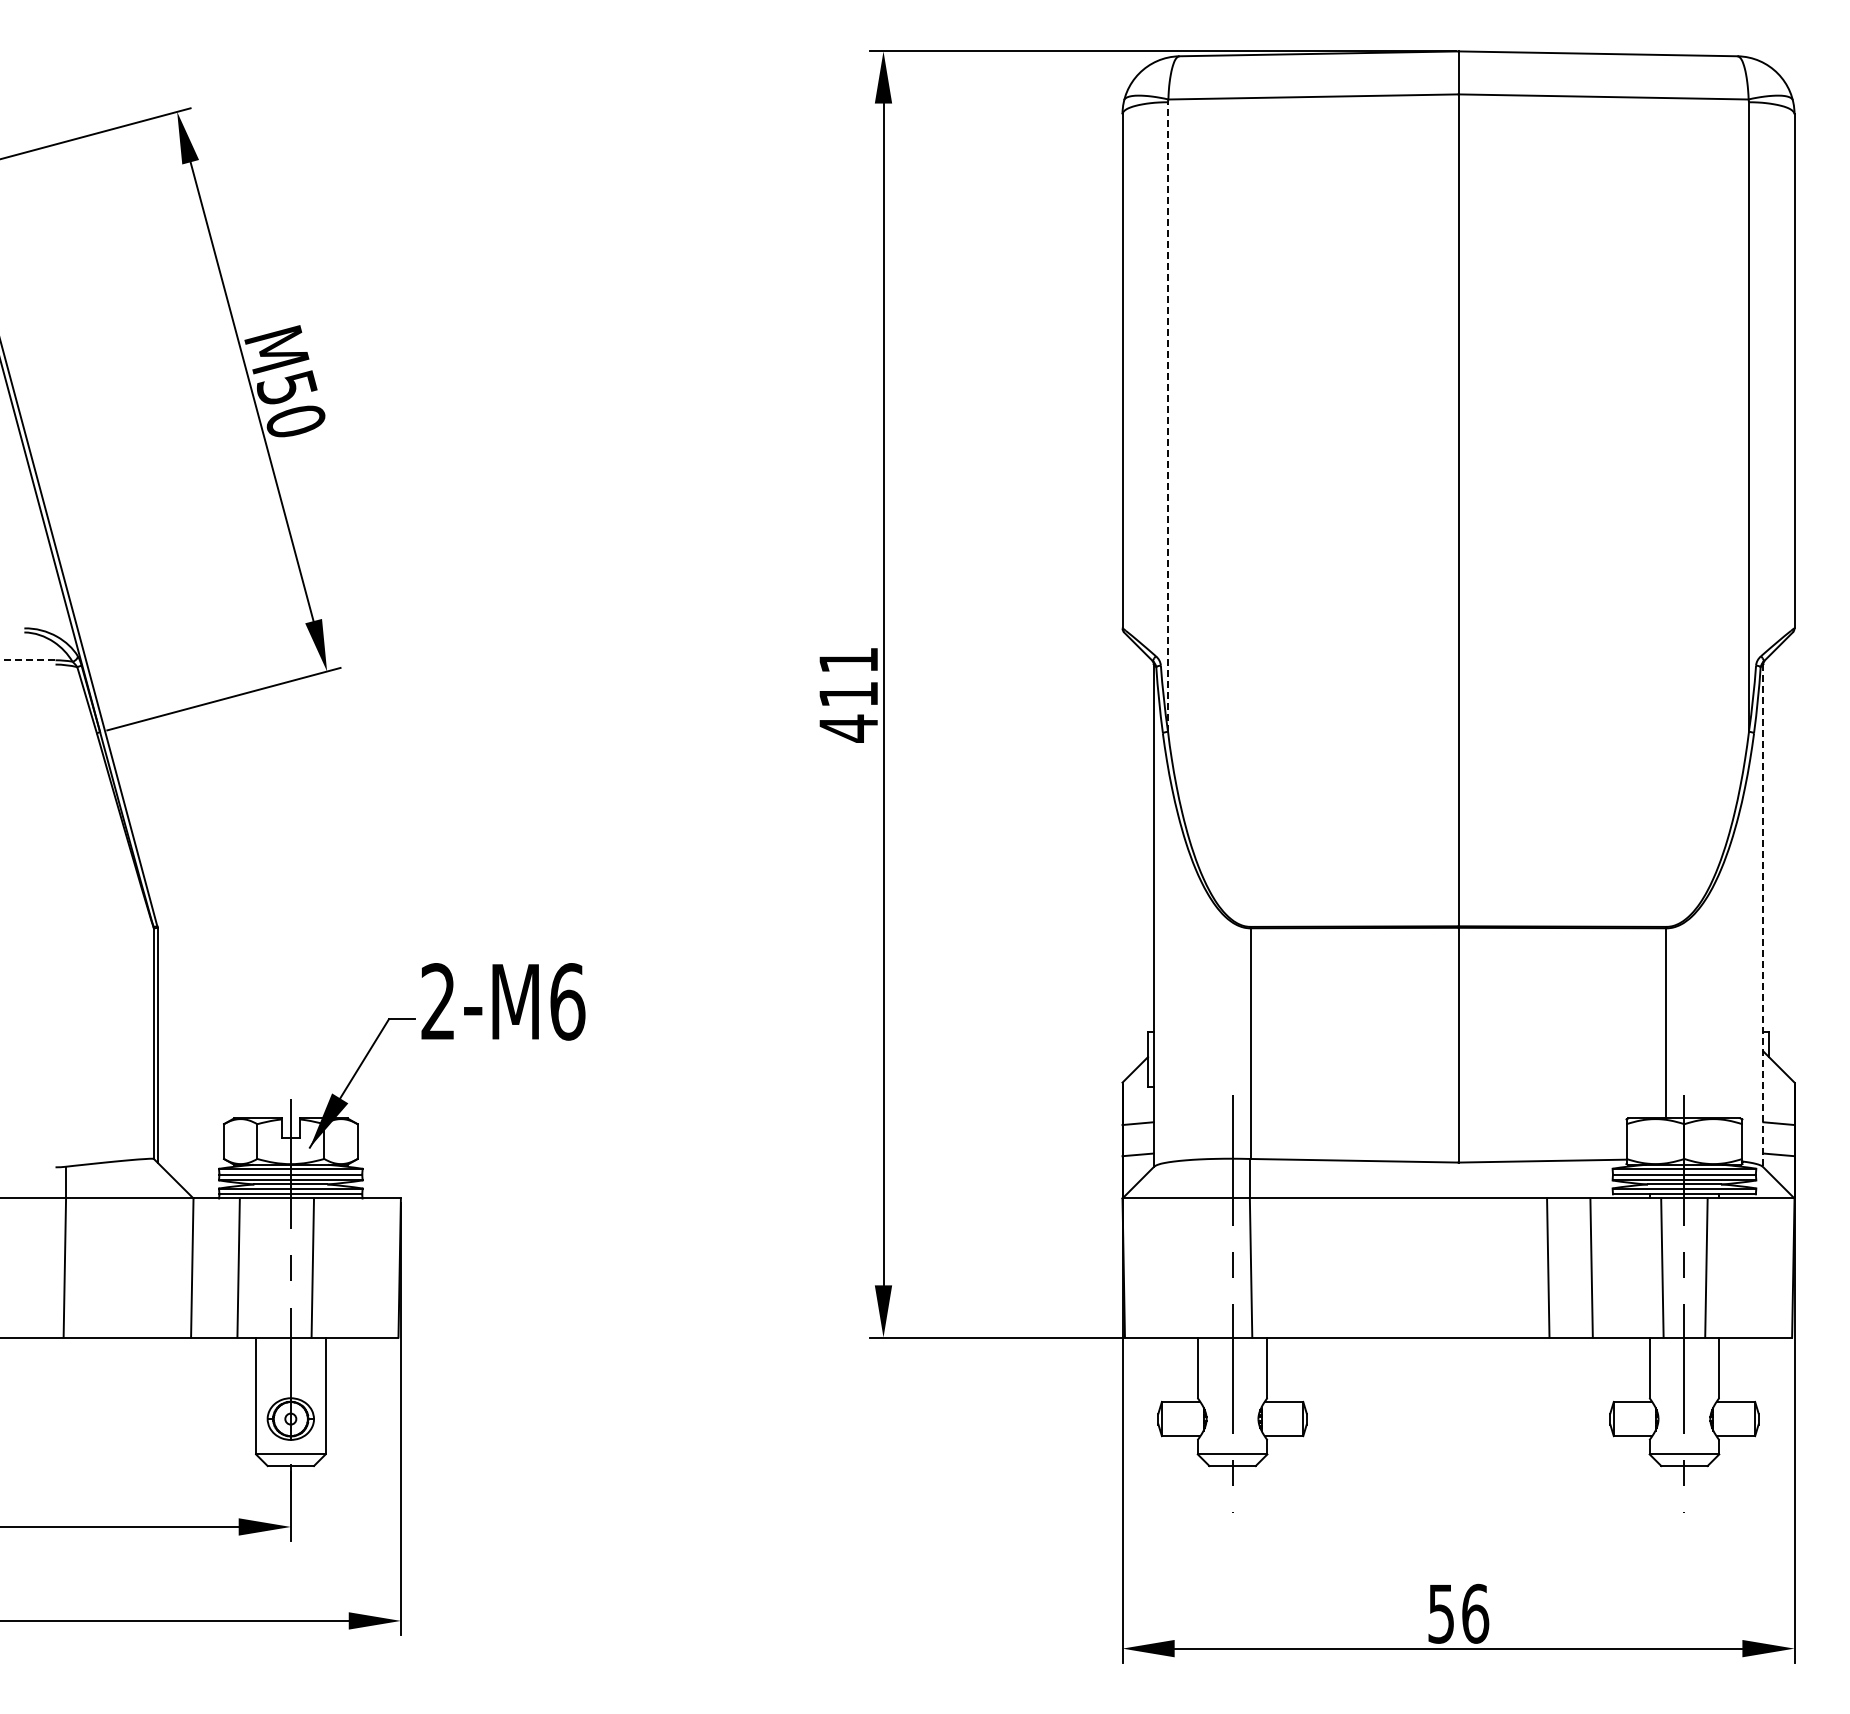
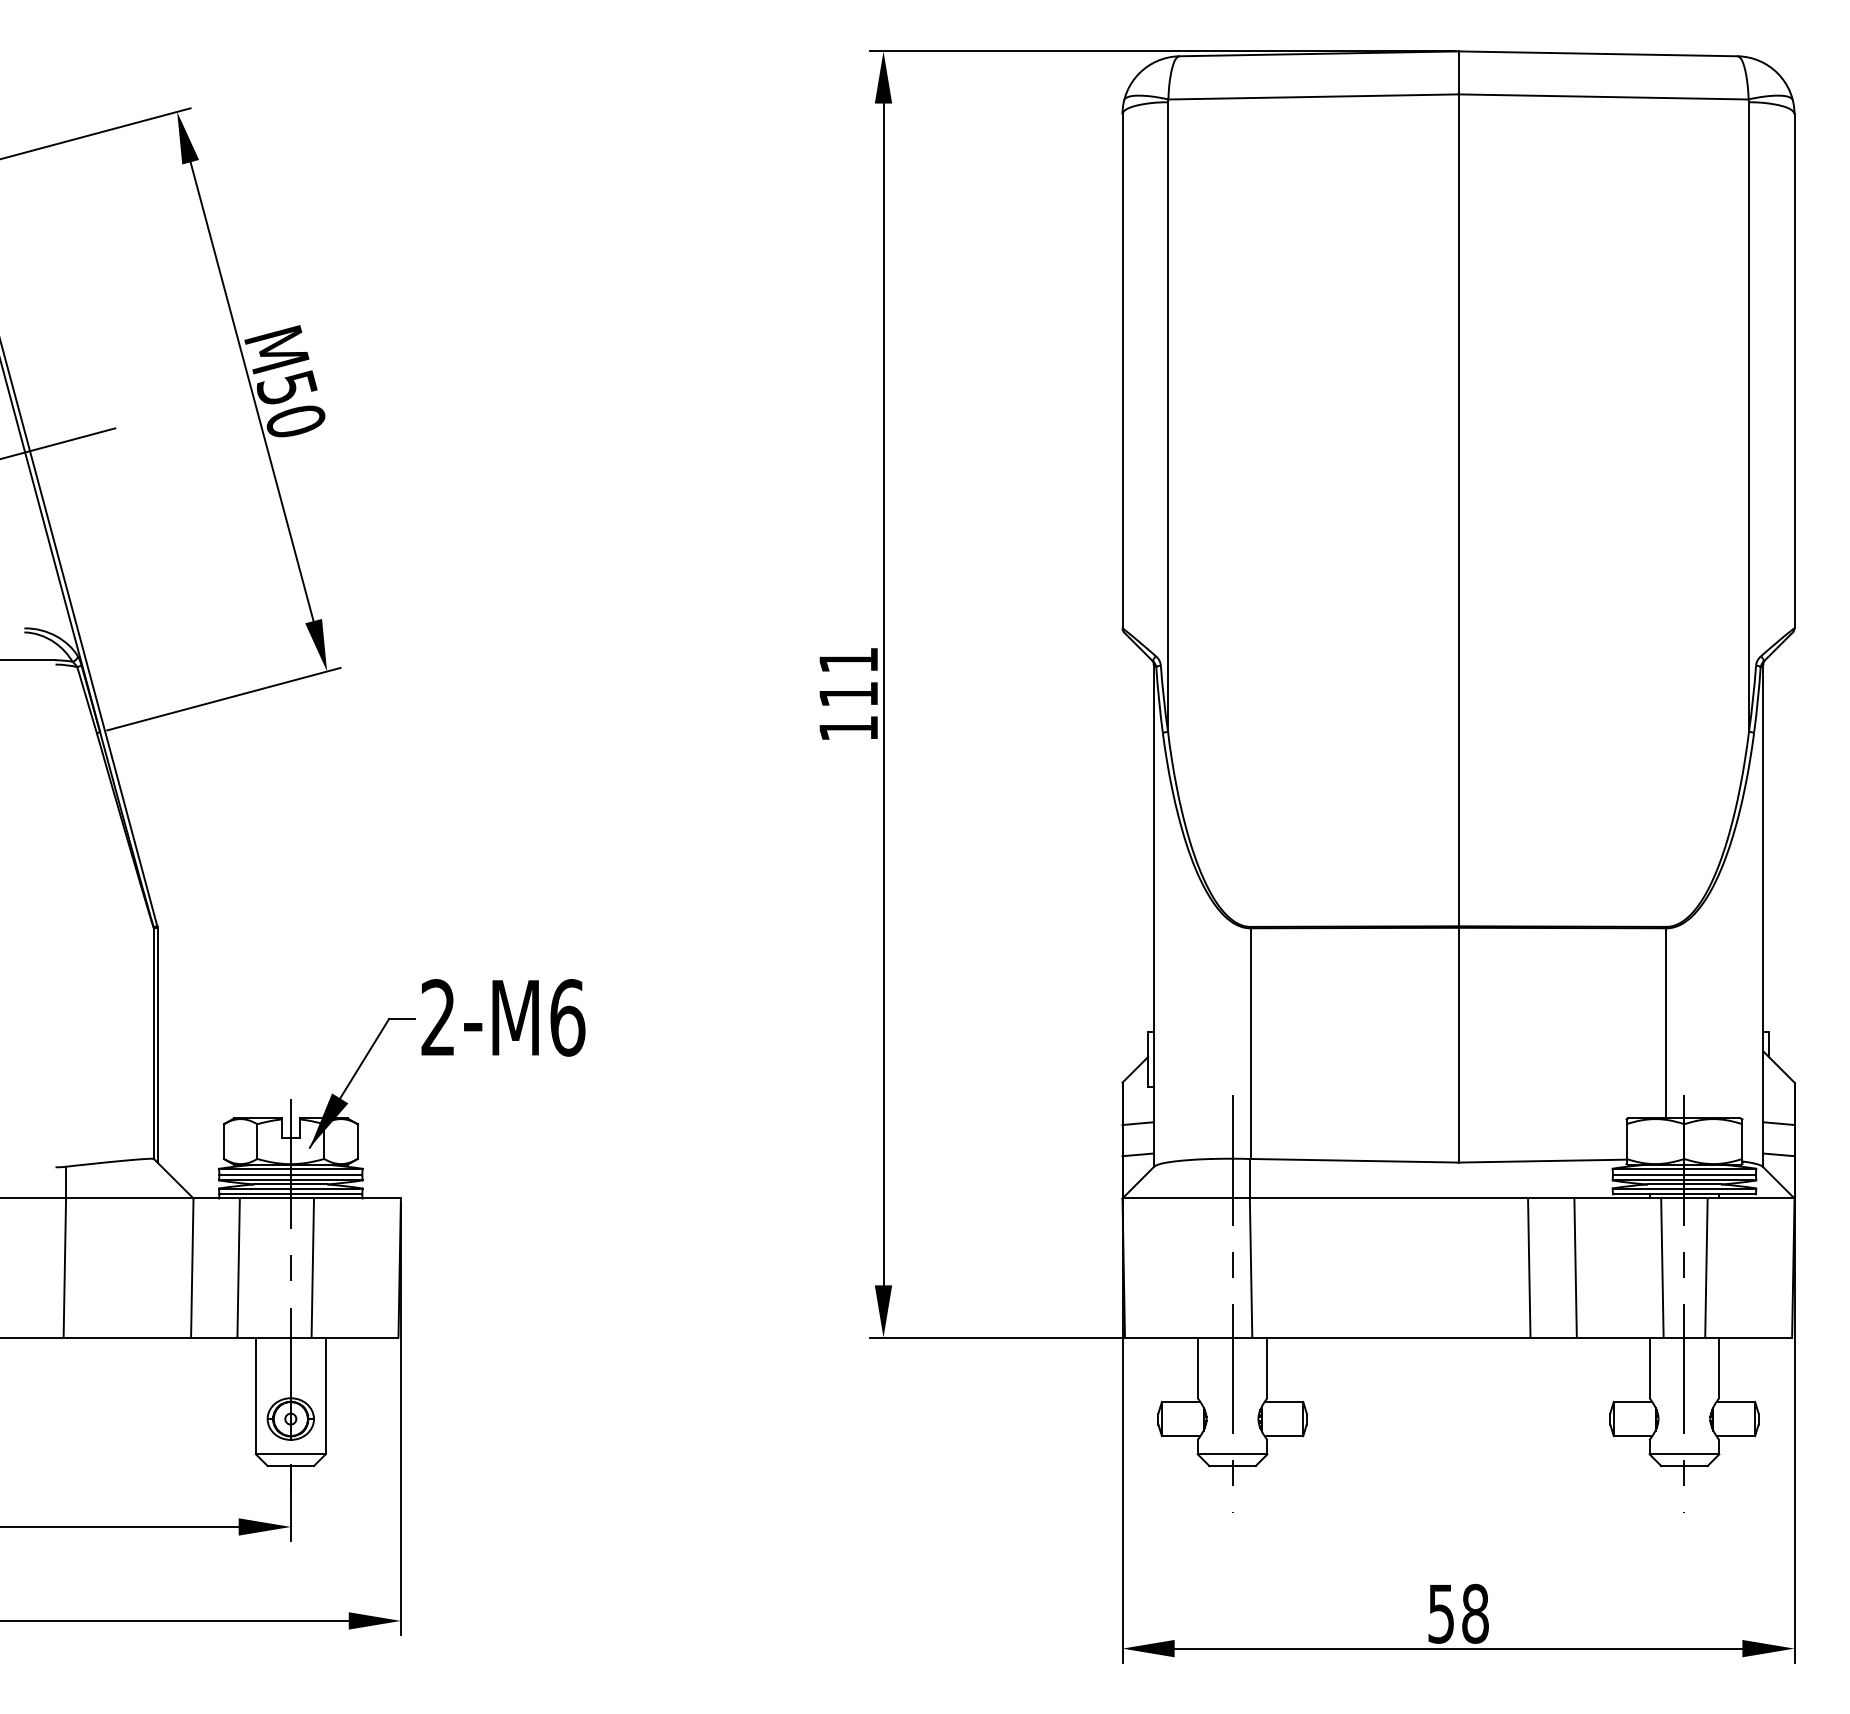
line at (1168, 417): dashed -> solid
line at (59, 443): none -> present
line at (28, 660): dashed -> solid
text at (848, 728): 411 -> 111
line at (1763, 916): dashed -> solid
text at (503, 1001) position: (503, 1001) -> (503, 1017)
line at (1548, 1267) position: (1548, 1267) -> (1529, 1267)
line at (1591, 1267) position: (1591, 1267) -> (1575, 1267)
text at (1475, 1613): 56 -> 58
